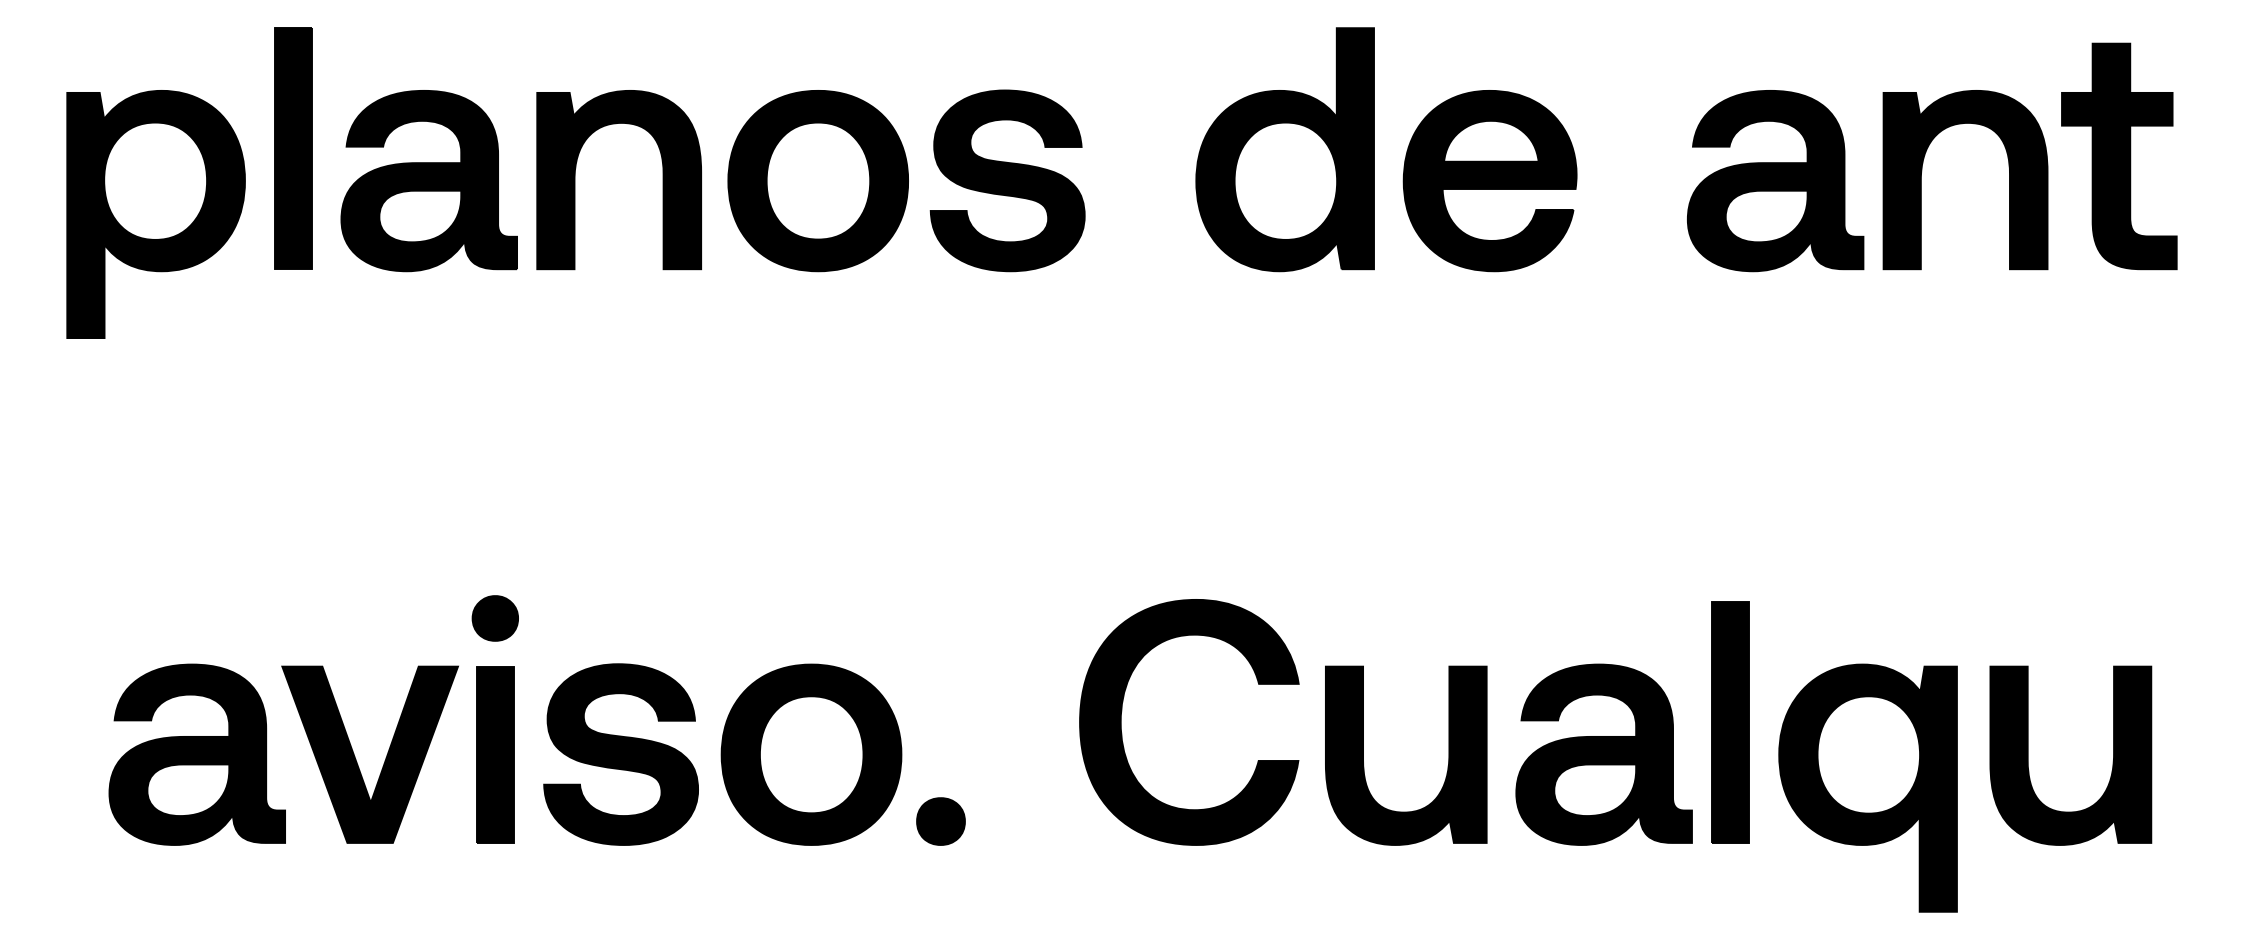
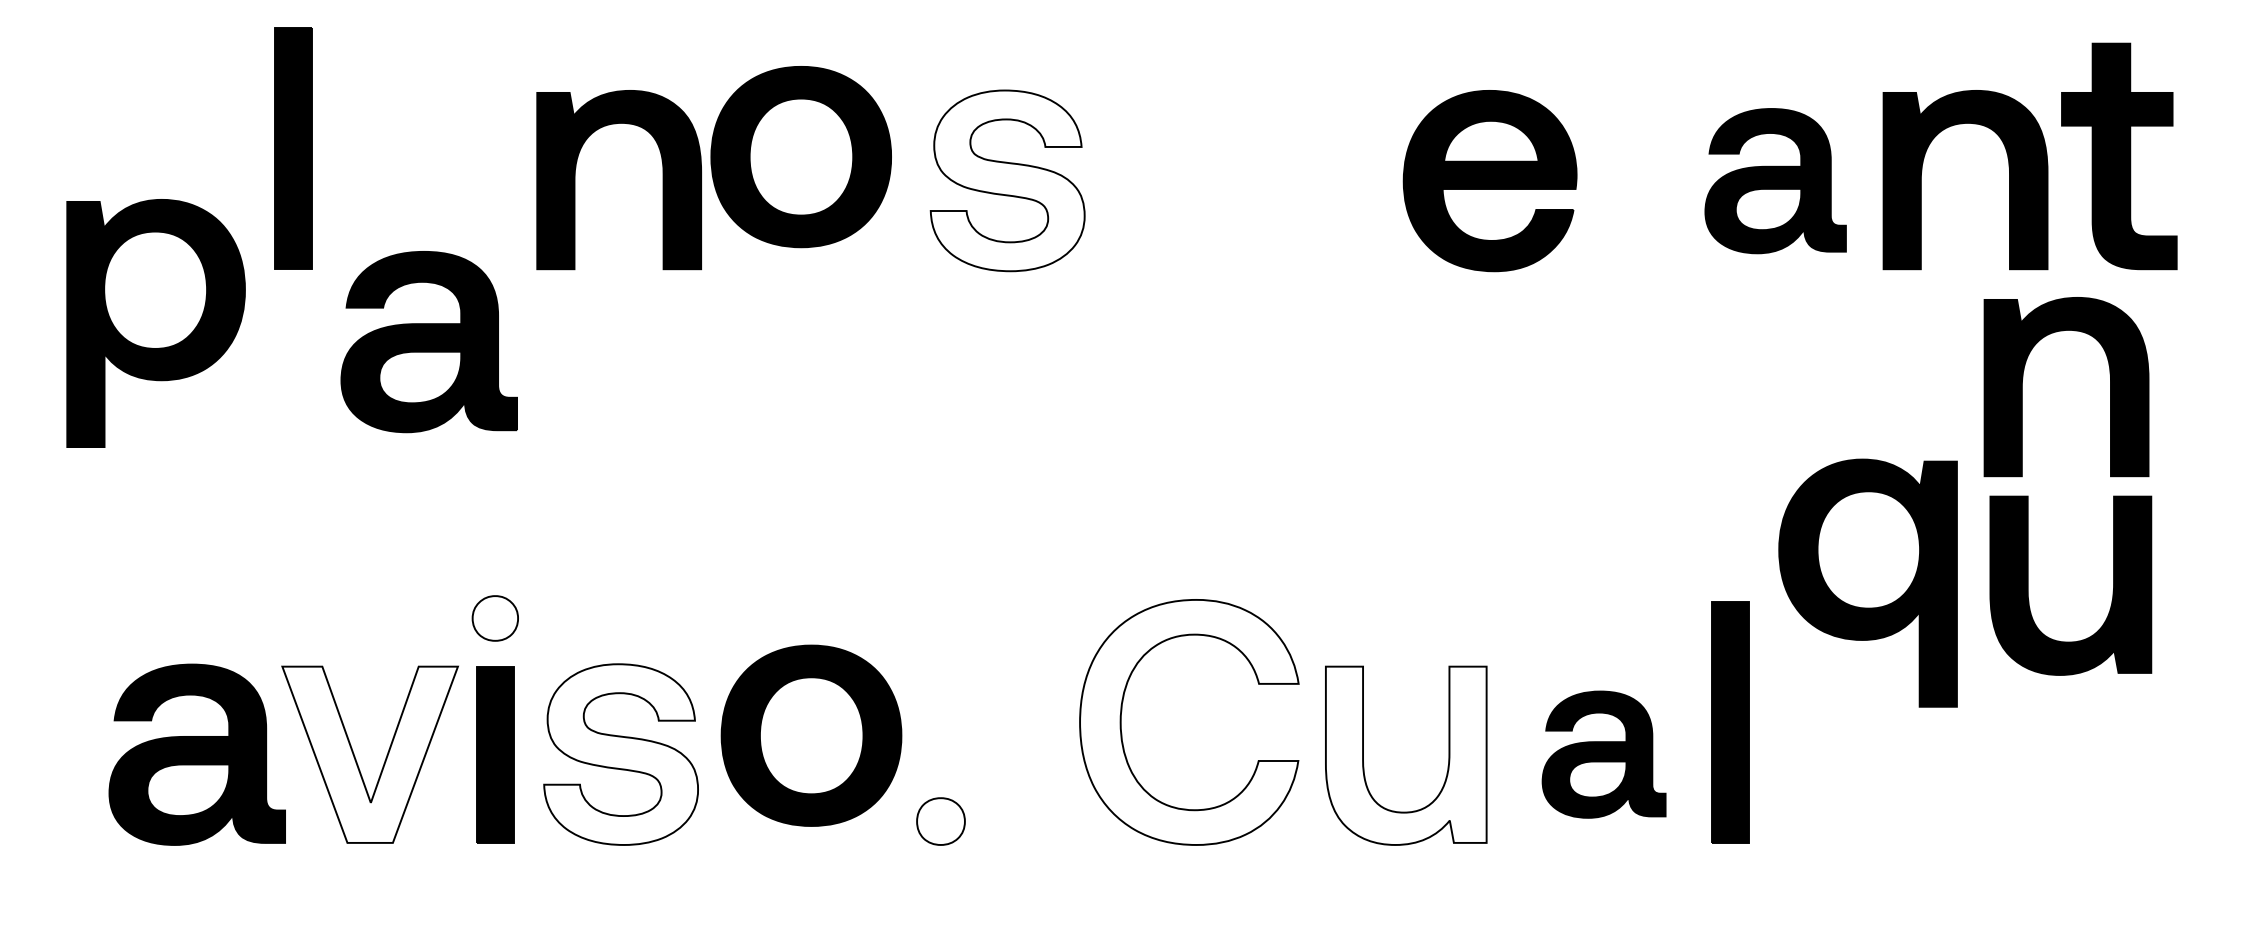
part at (1284, 149): present -> none
fill at (1007, 180): present -> none
part at (428, 181) position: (428, 181) -> (428, 342)
part at (817, 181) position: (817, 181) -> (800, 157)
part at (1775, 181) size: 178x183 px -> 143x147 px
part at (155, 214) position: (155, 214) -> (155, 323)
part at (2023, 378): none -> present
fill at (495, 618): present -> none
fill at (1189, 721): present -> none
fill at (369, 754): present -> none
fill at (621, 754): present -> none
part at (811, 754) position: (811, 754) -> (811, 735)
part at (1603, 754) size: 178x183 px -> 126x129 px
fill at (1405, 755): present -> none
part at (2028, 755) position: (2028, 755) -> (2028, 585)
part at (1867, 787) position: (1867, 787) -> (1867, 582)
fill at (940, 821): present -> none
